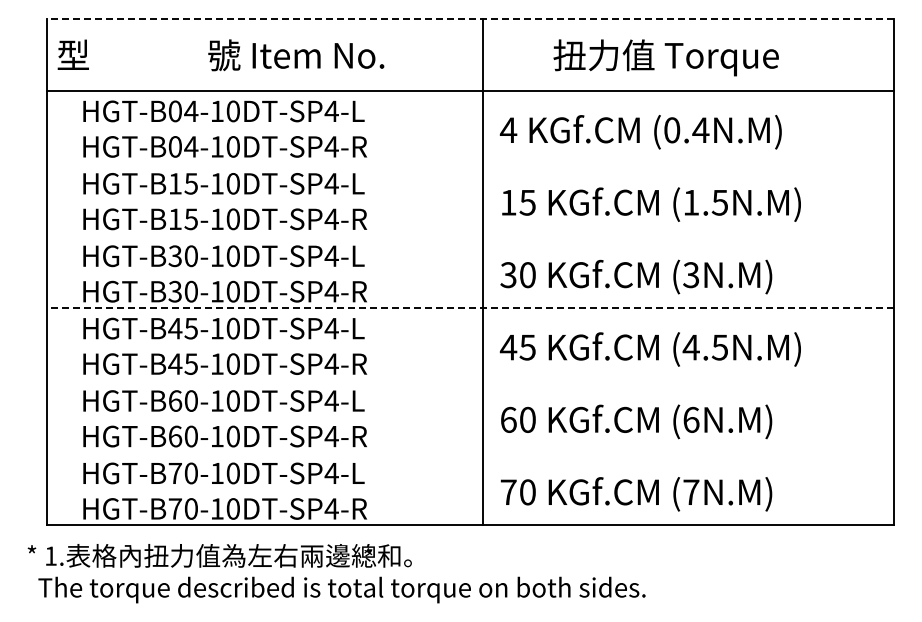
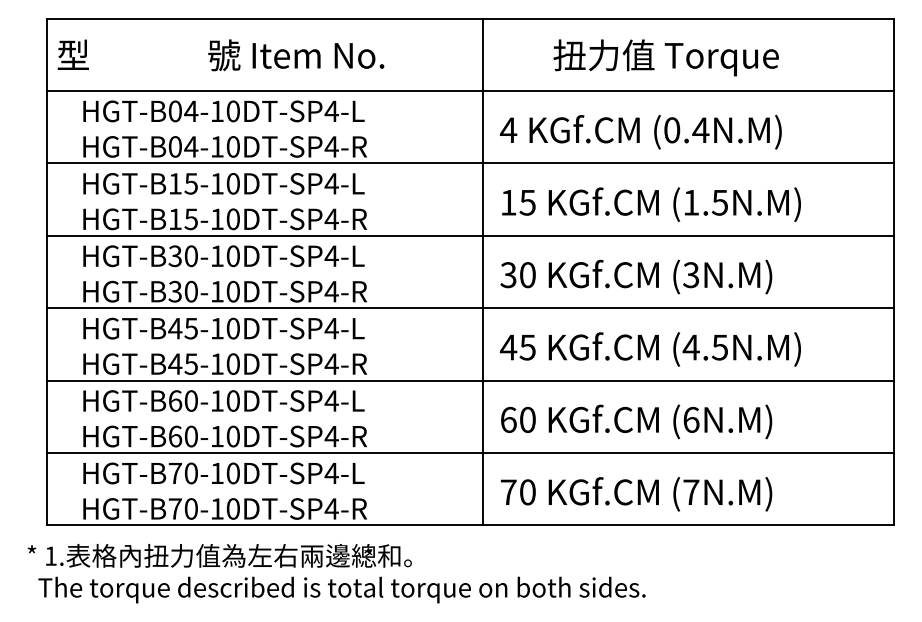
line at (470, 18): dashed -> solid
line at (470, 163): none -> present
line at (470, 235): none -> present
line at (470, 308): dashed -> solid
line at (470, 380): none -> present
line at (470, 453): none -> present
